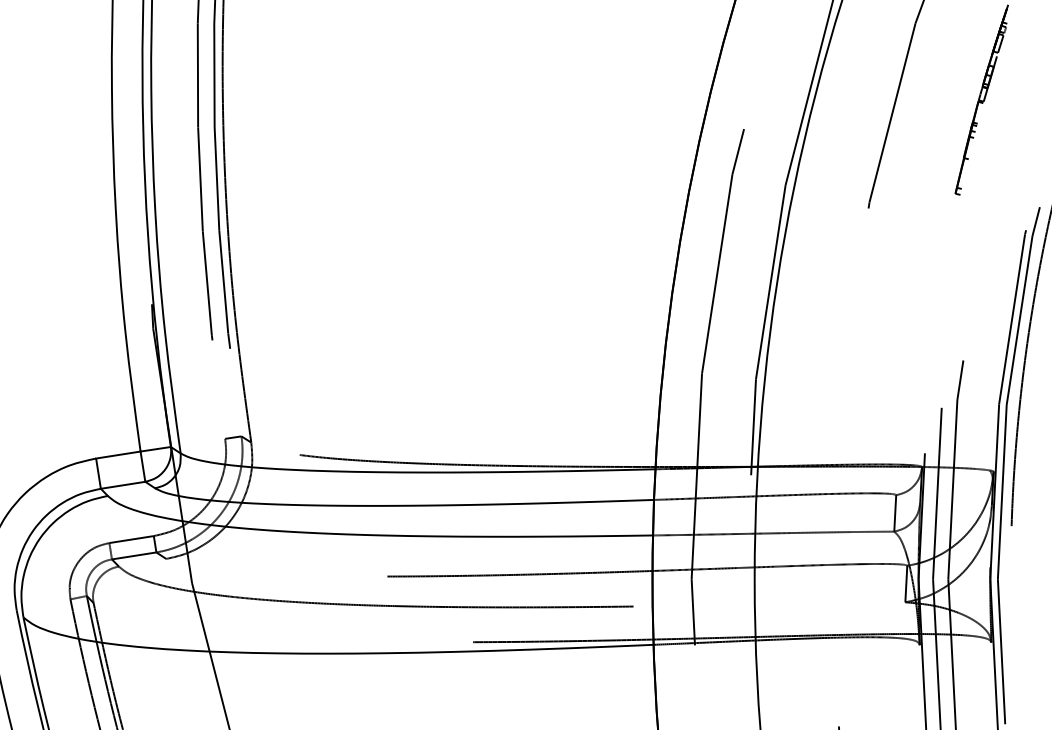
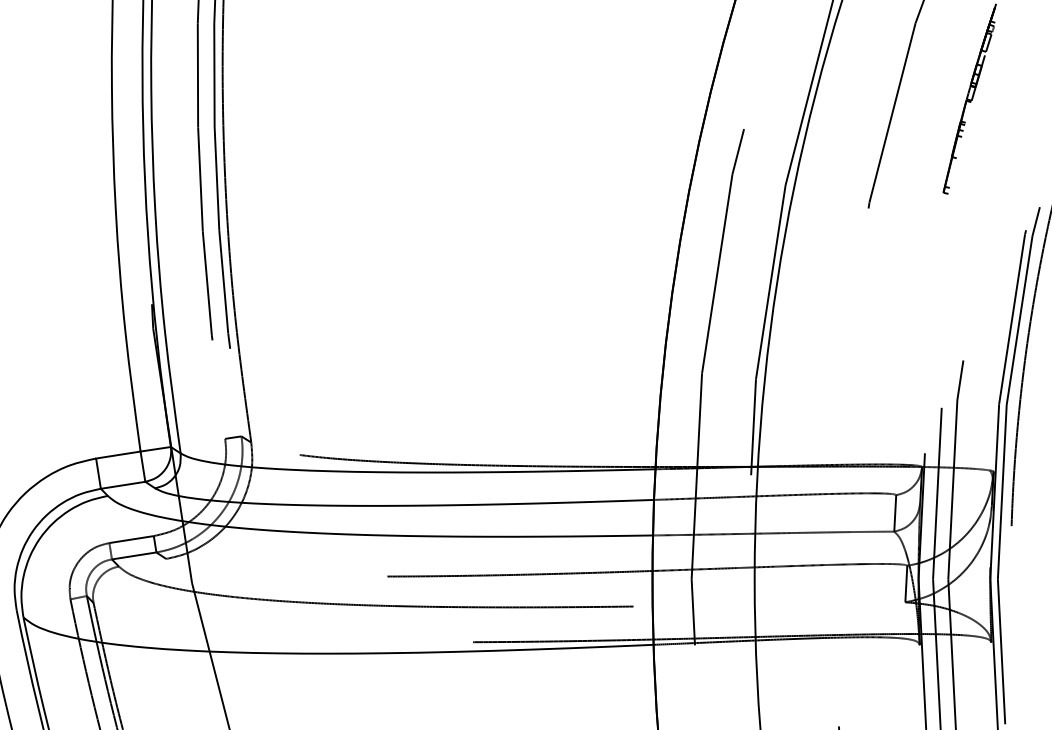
part at (981, 99) position: (981, 99) -> (969, 98)
